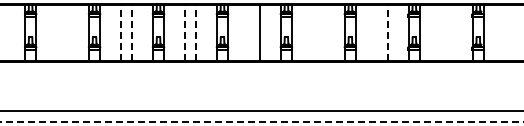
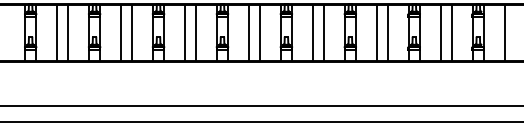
line at (57, 32): none -> present
line at (68, 32): none -> present
line at (120, 32): dashed -> solid
line at (132, 32): dashed -> solid
line at (184, 32): dashed -> solid
line at (196, 32): dashed -> solid
line at (248, 32): none -> present
line at (312, 32): none -> present
line at (324, 32): none -> present
line at (376, 32): none -> present
line at (387, 32): dashed -> solid
line at (440, 32): none -> present
line at (451, 32): none -> present
line at (504, 32): none -> present
line at (261, 111) position: (261, 111) -> (261, 106)
line at (261, 122): dashed -> solid
